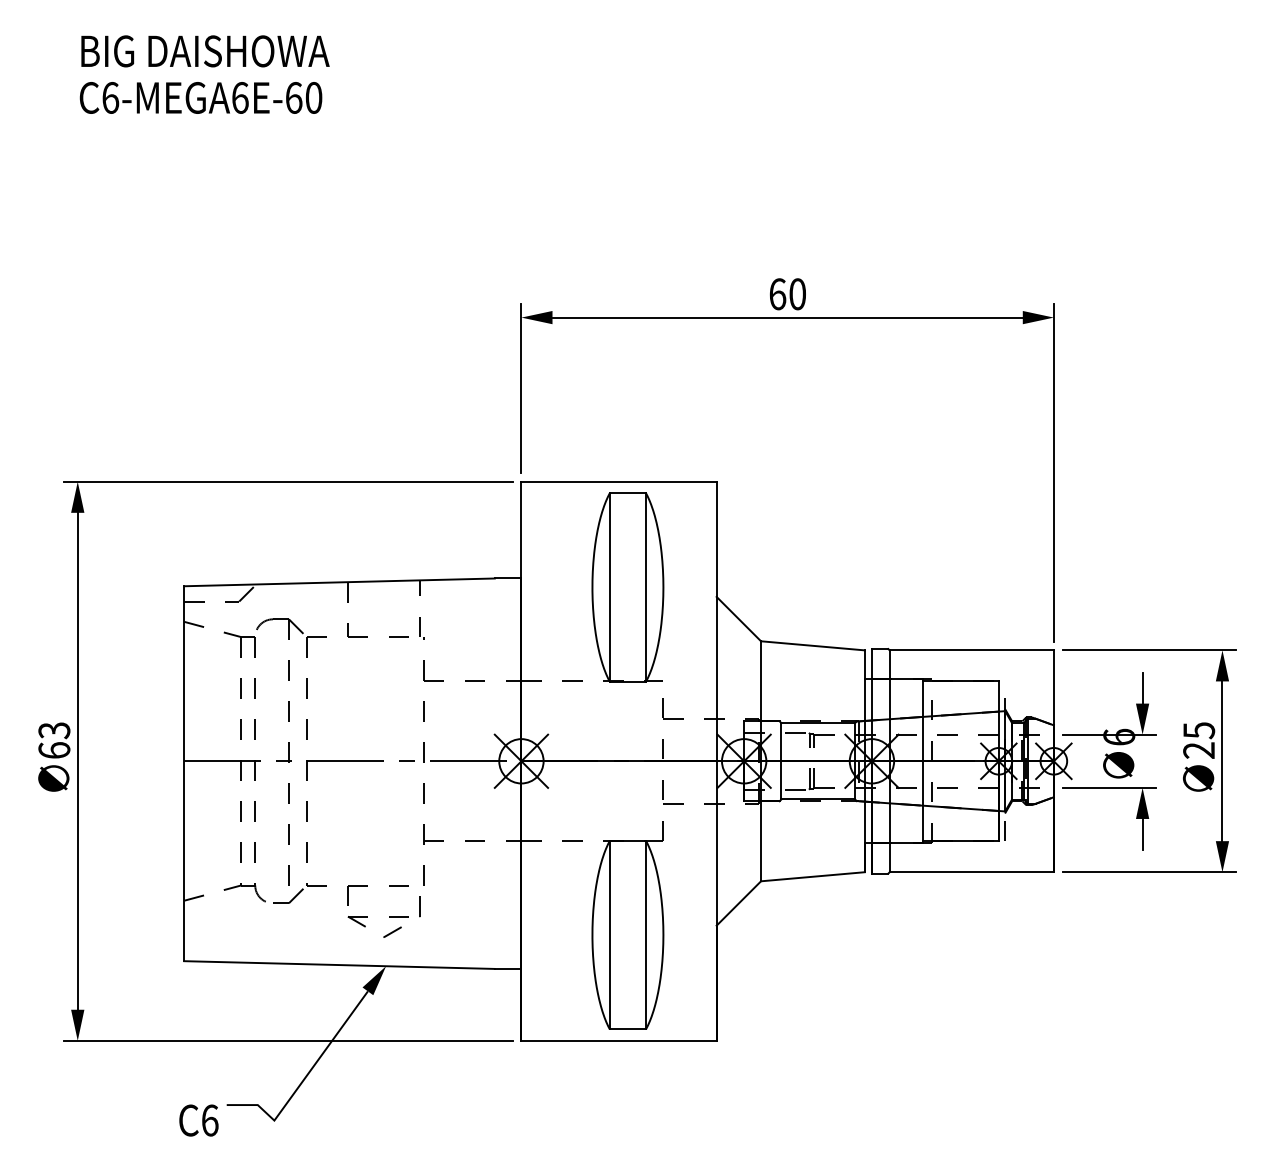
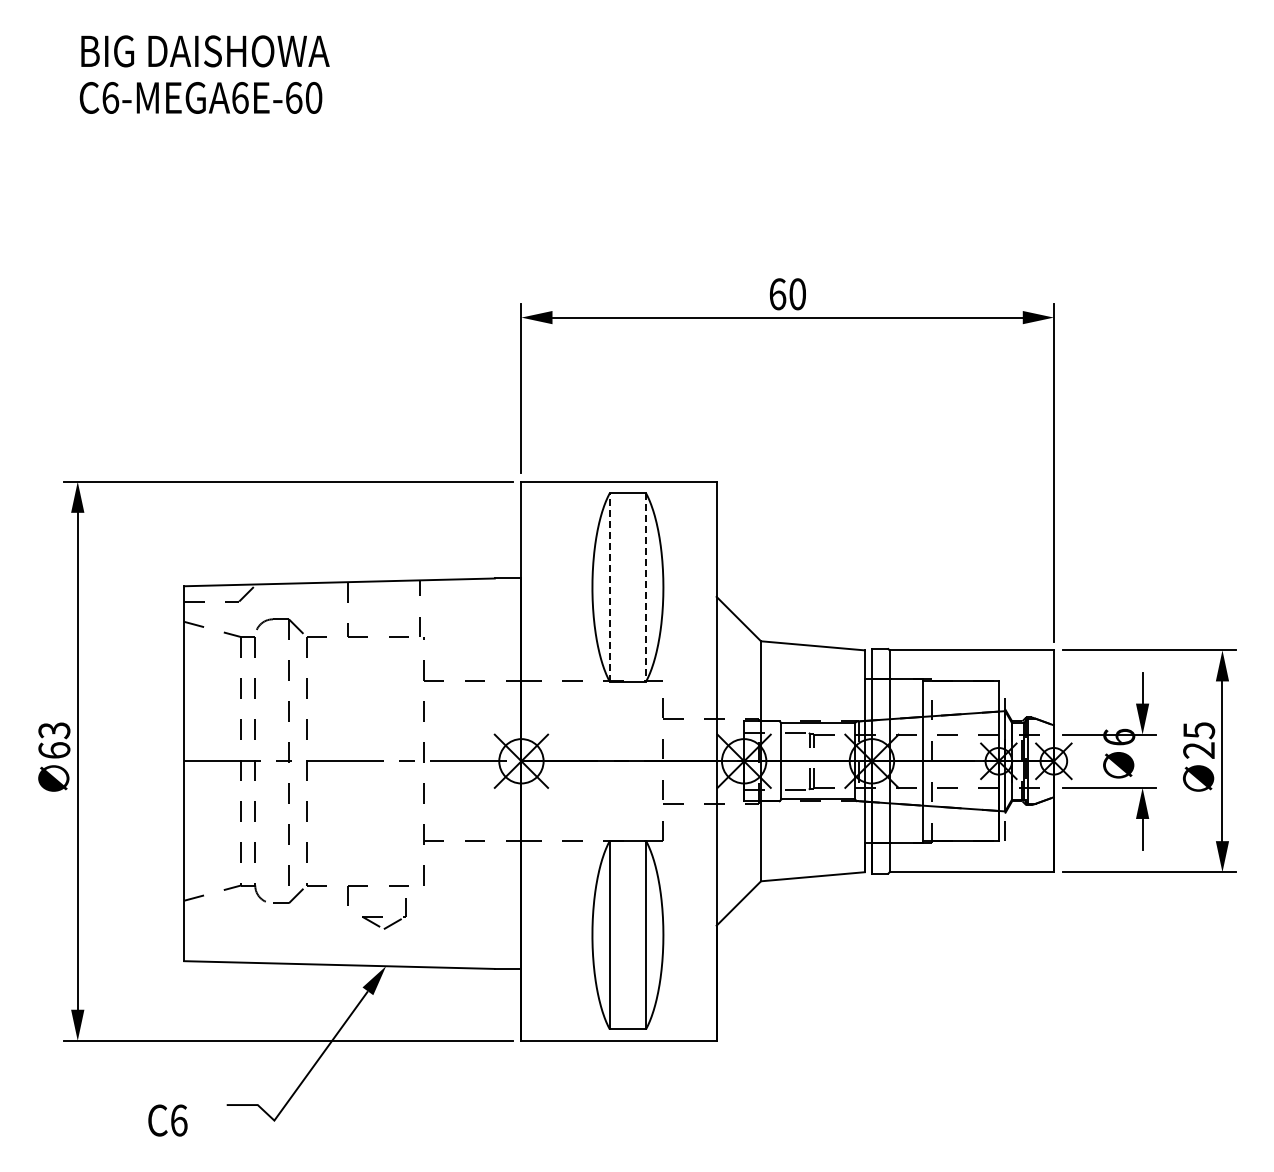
line at (609, 586): solid -> dashed
line at (646, 587): solid -> dashed
part at (383, 916) size: 74x42 px -> 45x32 px
text at (198, 1120) position: (198, 1120) -> (167, 1120)
